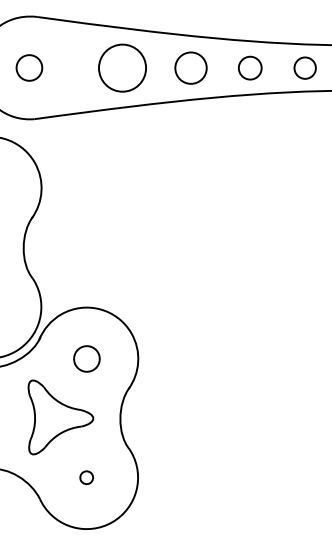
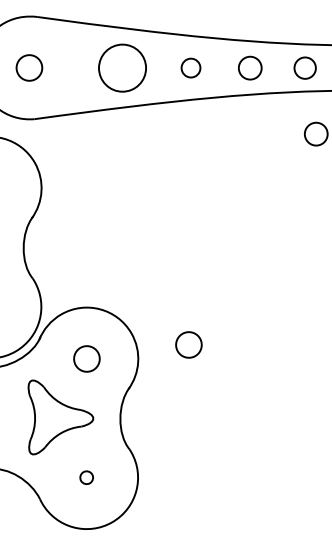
part at (190, 67) size: 34x34 px -> 22x22 px
part at (316, 133): none -> present
part at (188, 344): none -> present
